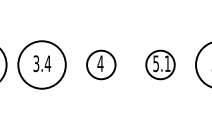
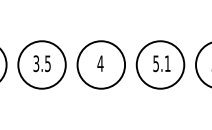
text at (47, 63): 3.4 -> 3.5
circle at (101, 64) diameter: 28 px -> 47 px
circle at (160, 64) diameter: 28 px -> 47 px
